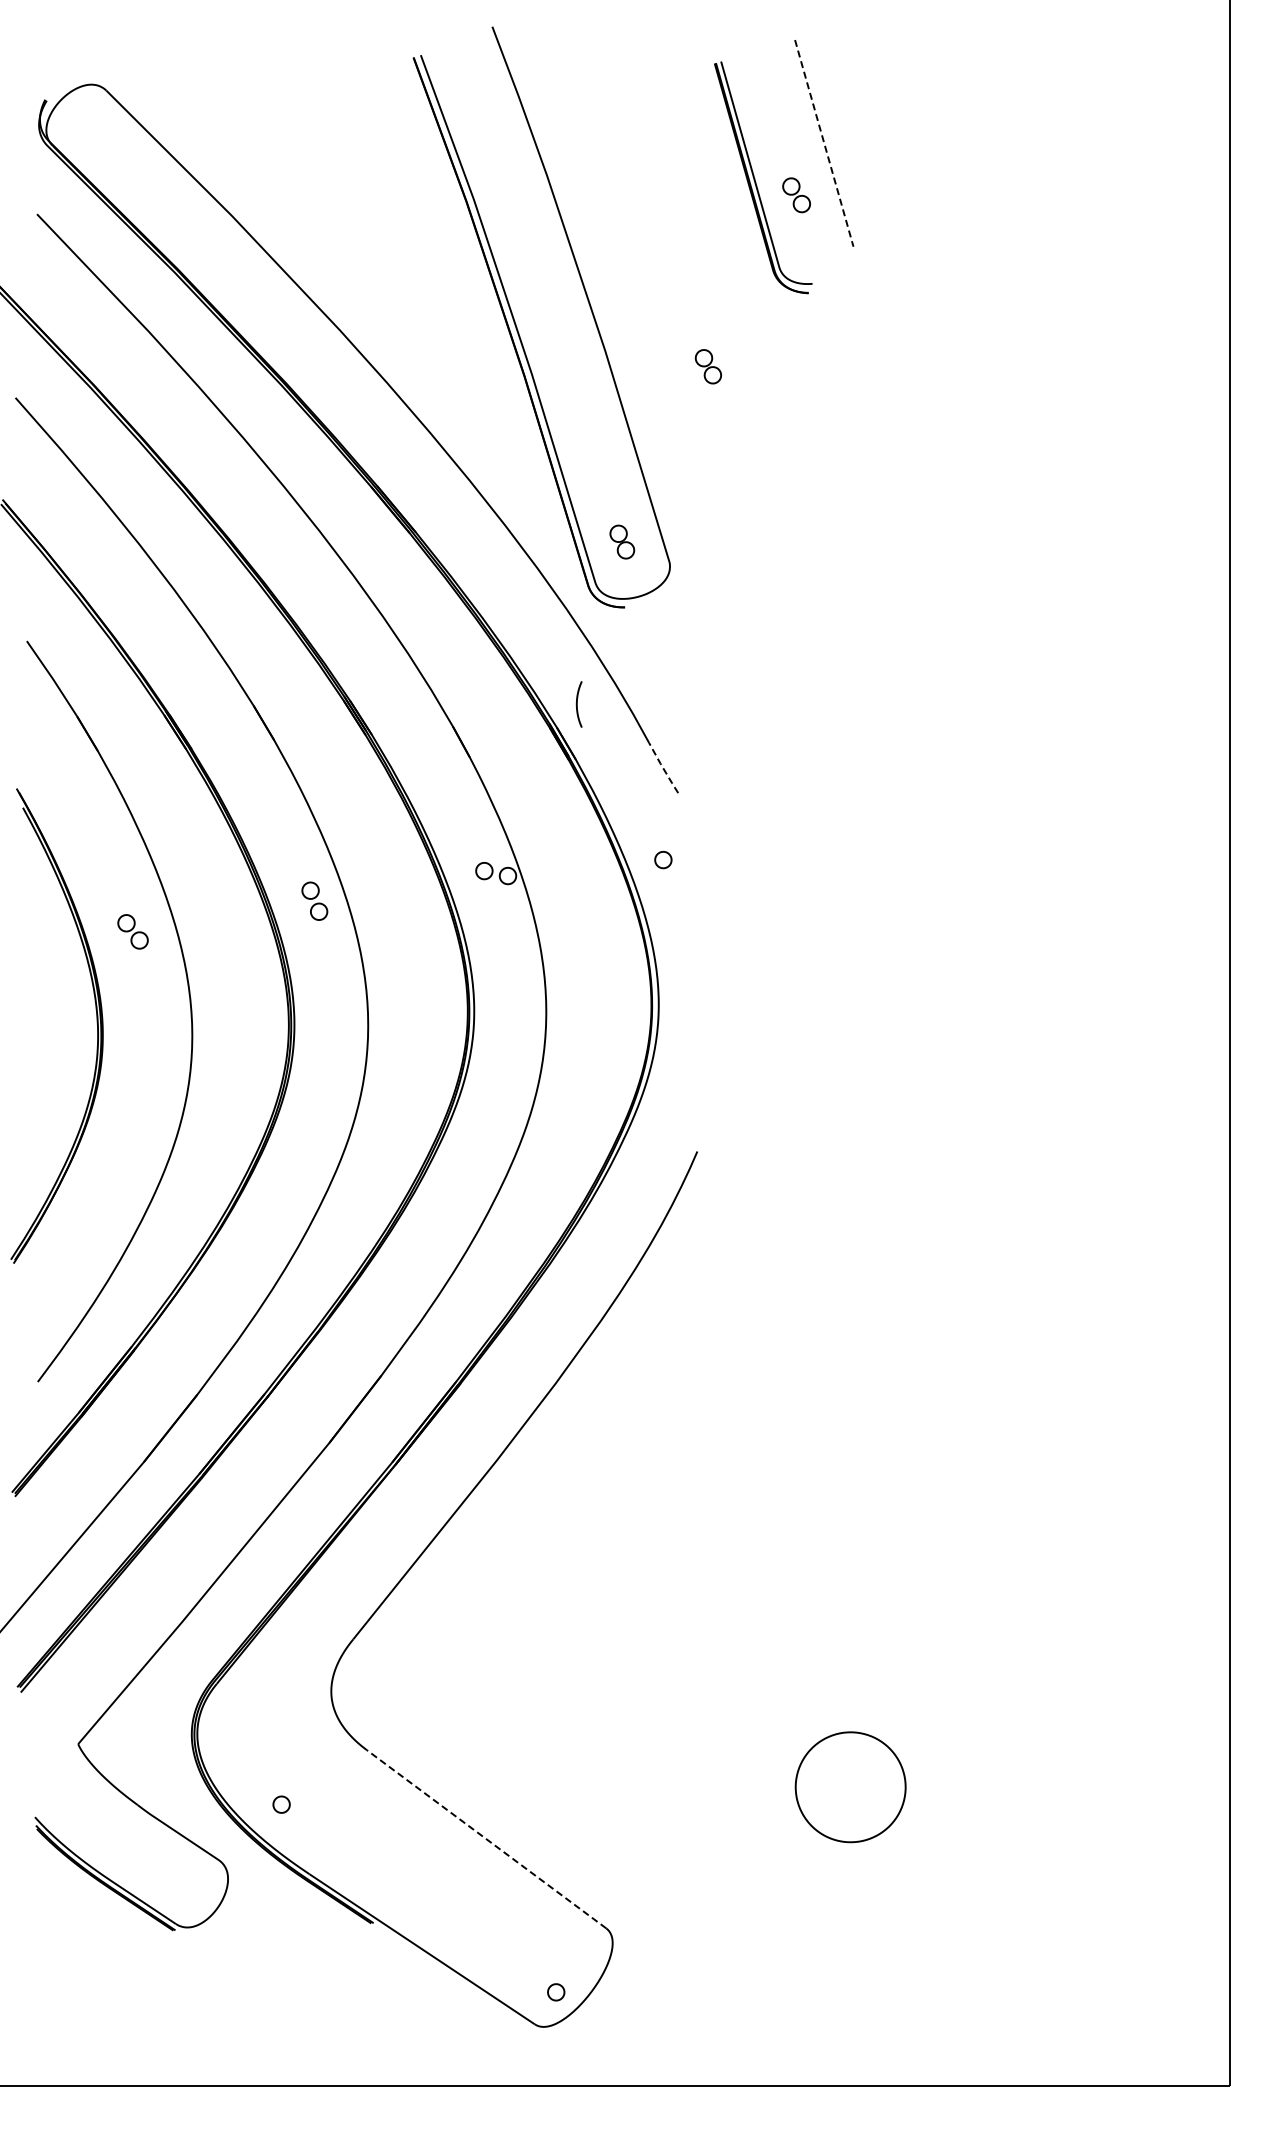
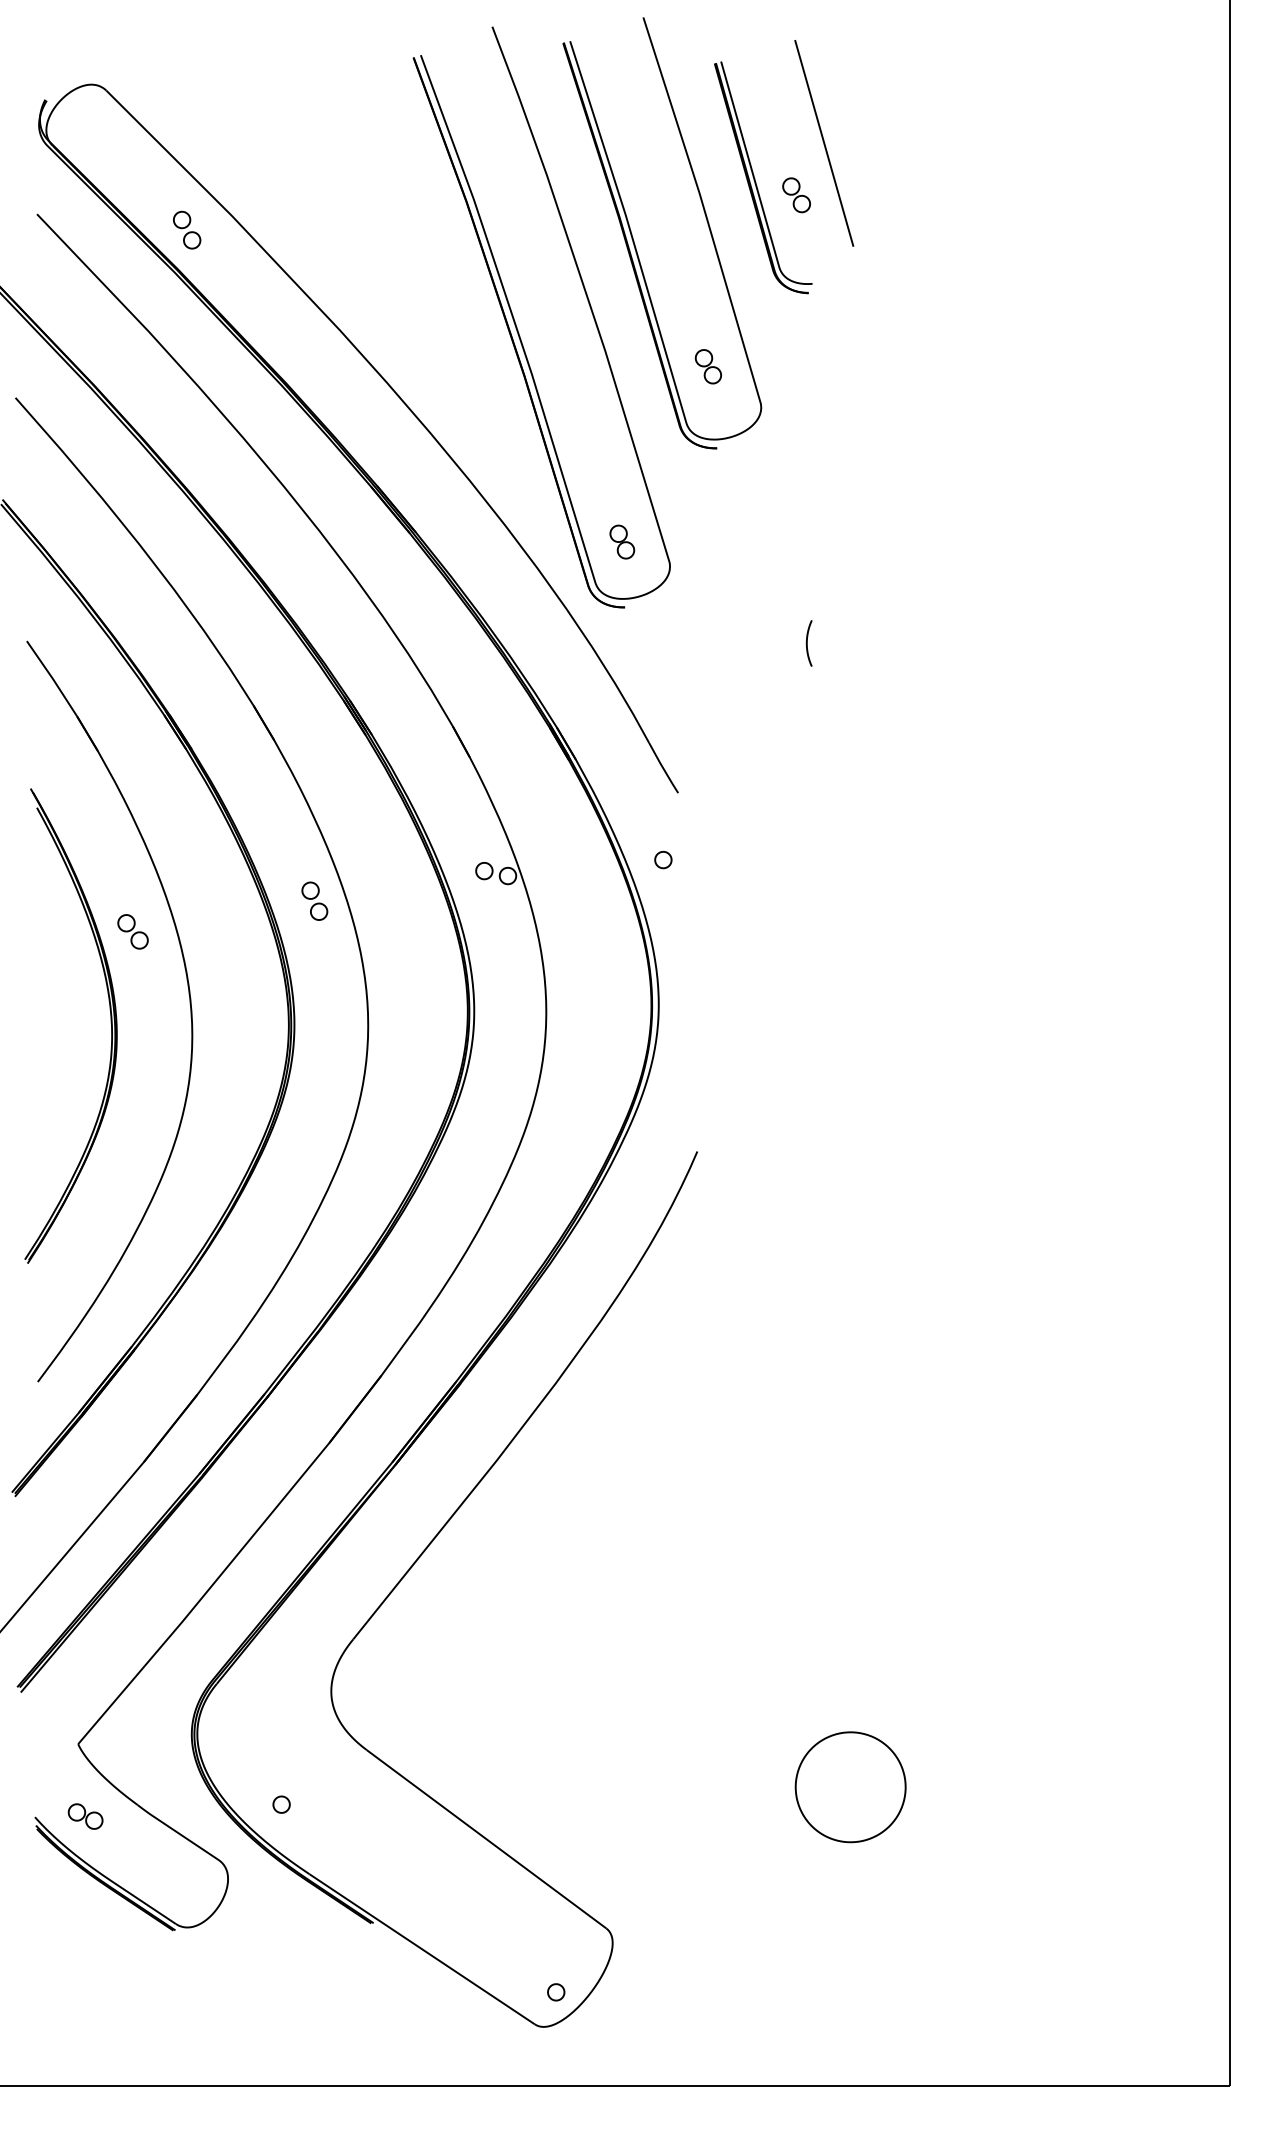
line at (824, 143): dashed -> solid
part at (187, 229): none -> present
part at (634, 240): none -> present
curve at (577, 704) position: (577, 704) -> (807, 643)
line at (663, 768): dashed -> solid
part at (96, 1023) position: (96, 1023) -> (110, 1023)
part at (85, 1816): none -> present
line at (486, 1838): dashed -> solid
